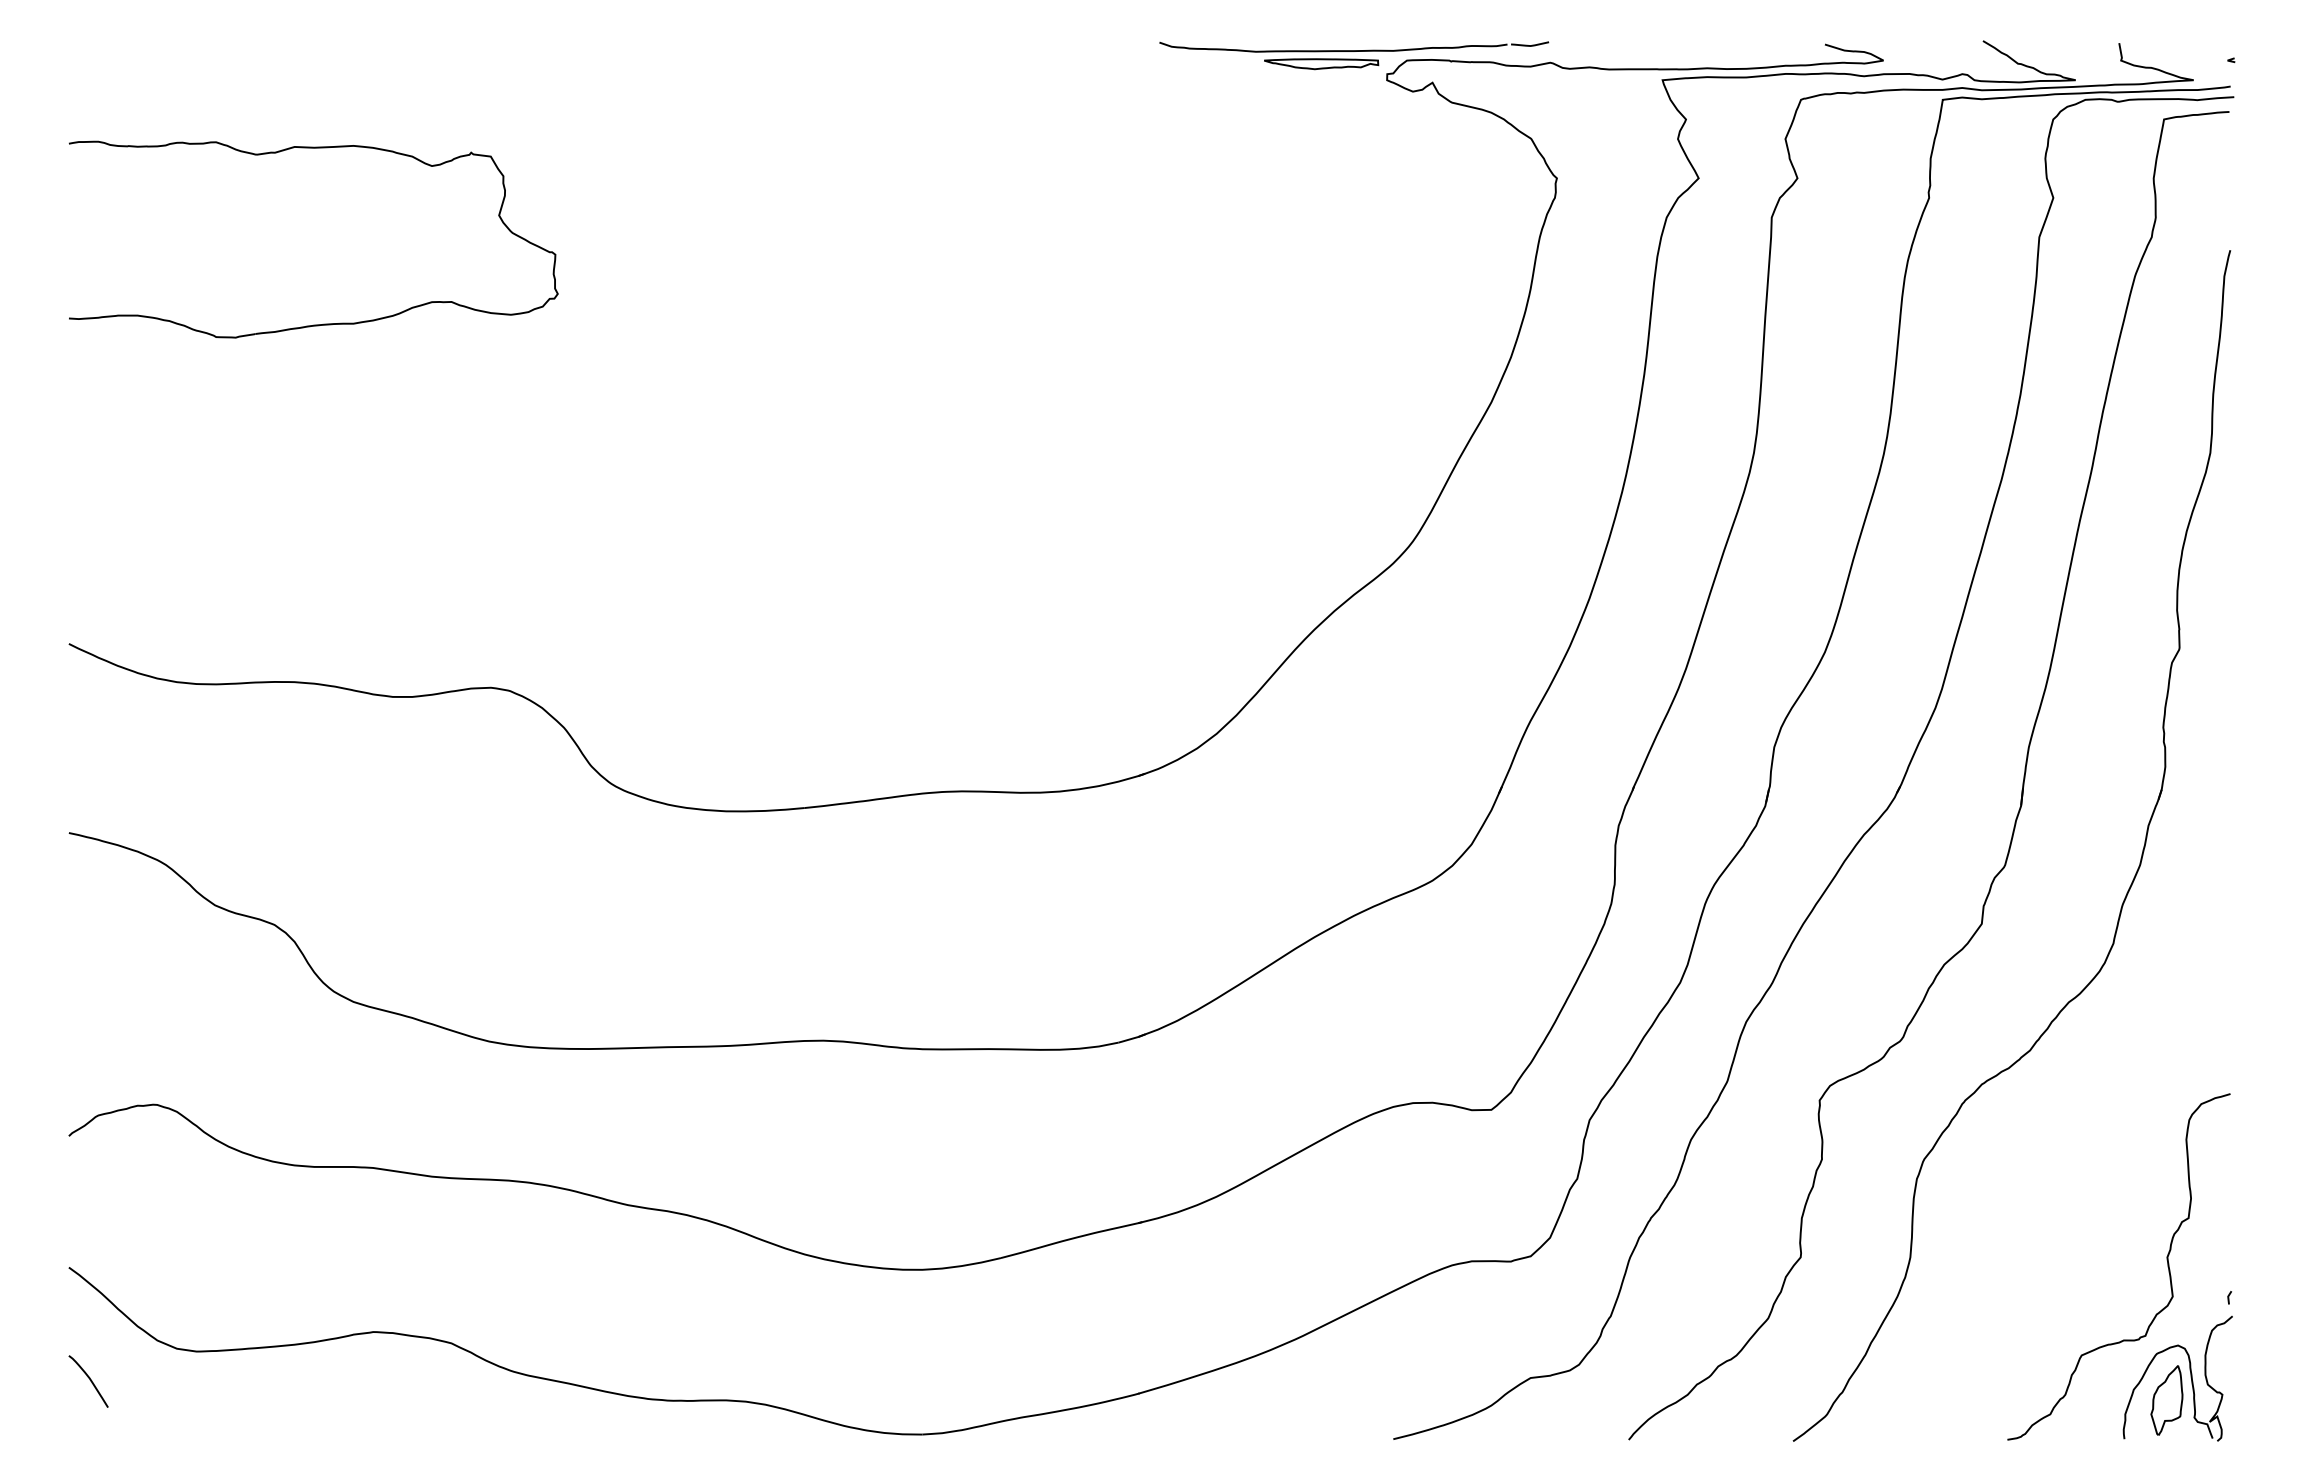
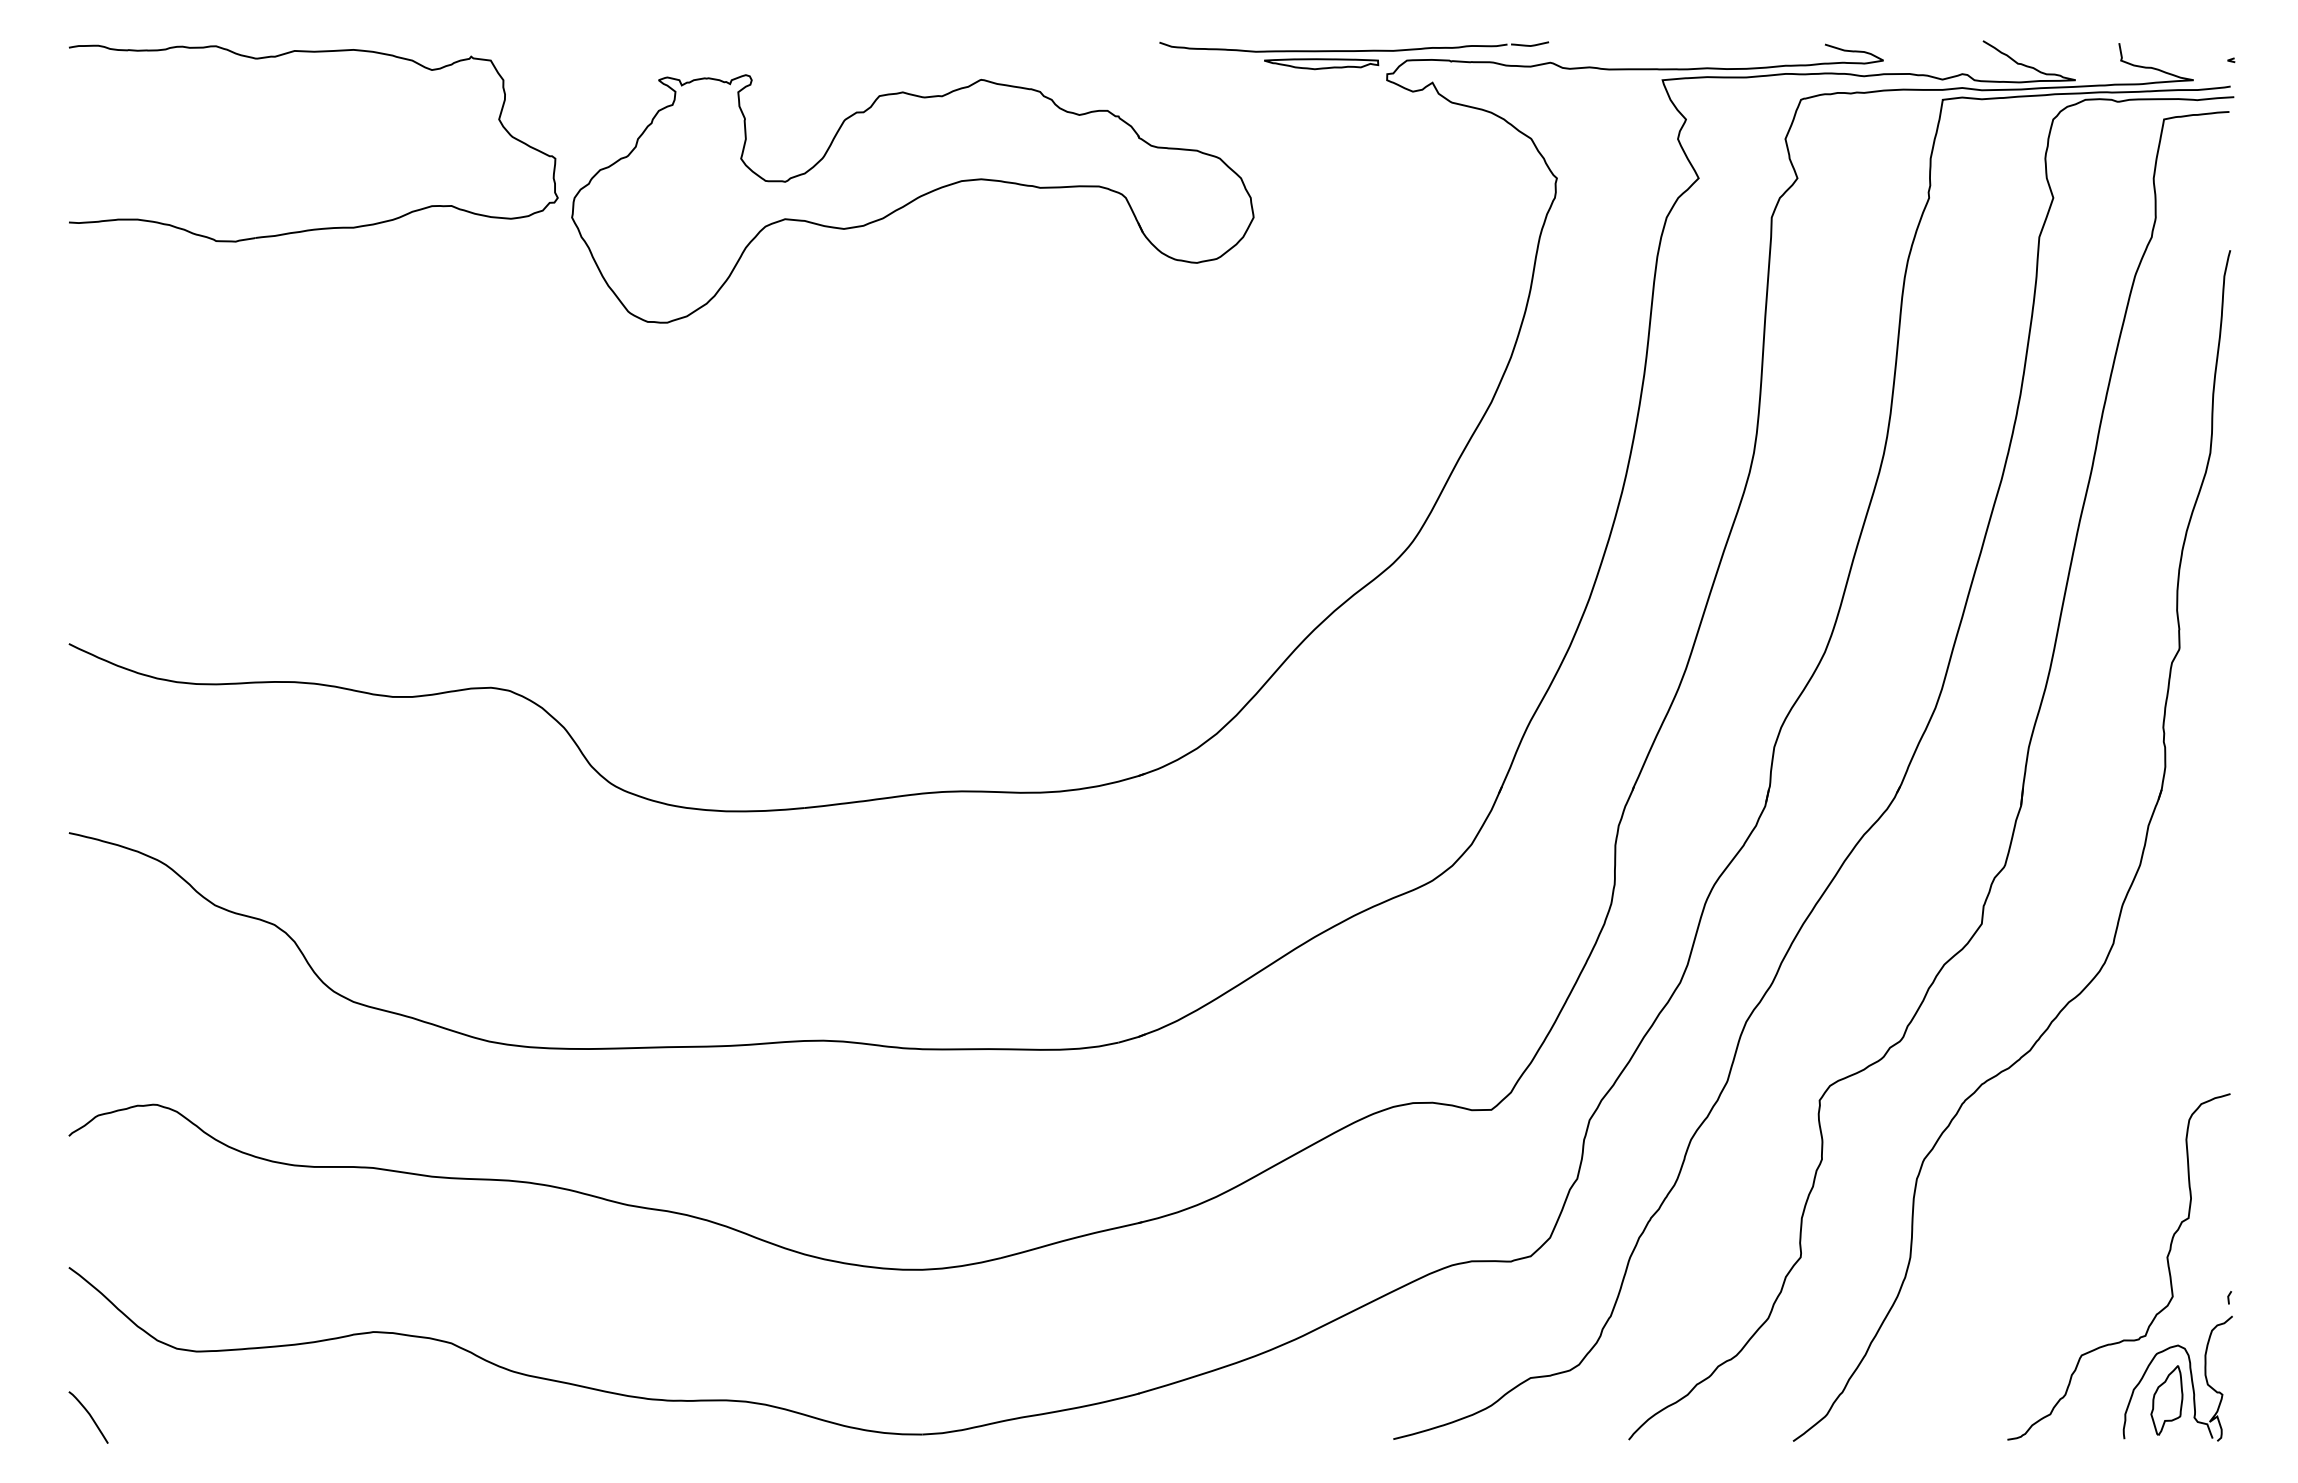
part at (912, 198): none -> present
part at (323, 323) position: (323, 323) -> (323, 227)
curve at (89, 1380) position: (89, 1380) -> (89, 1416)
